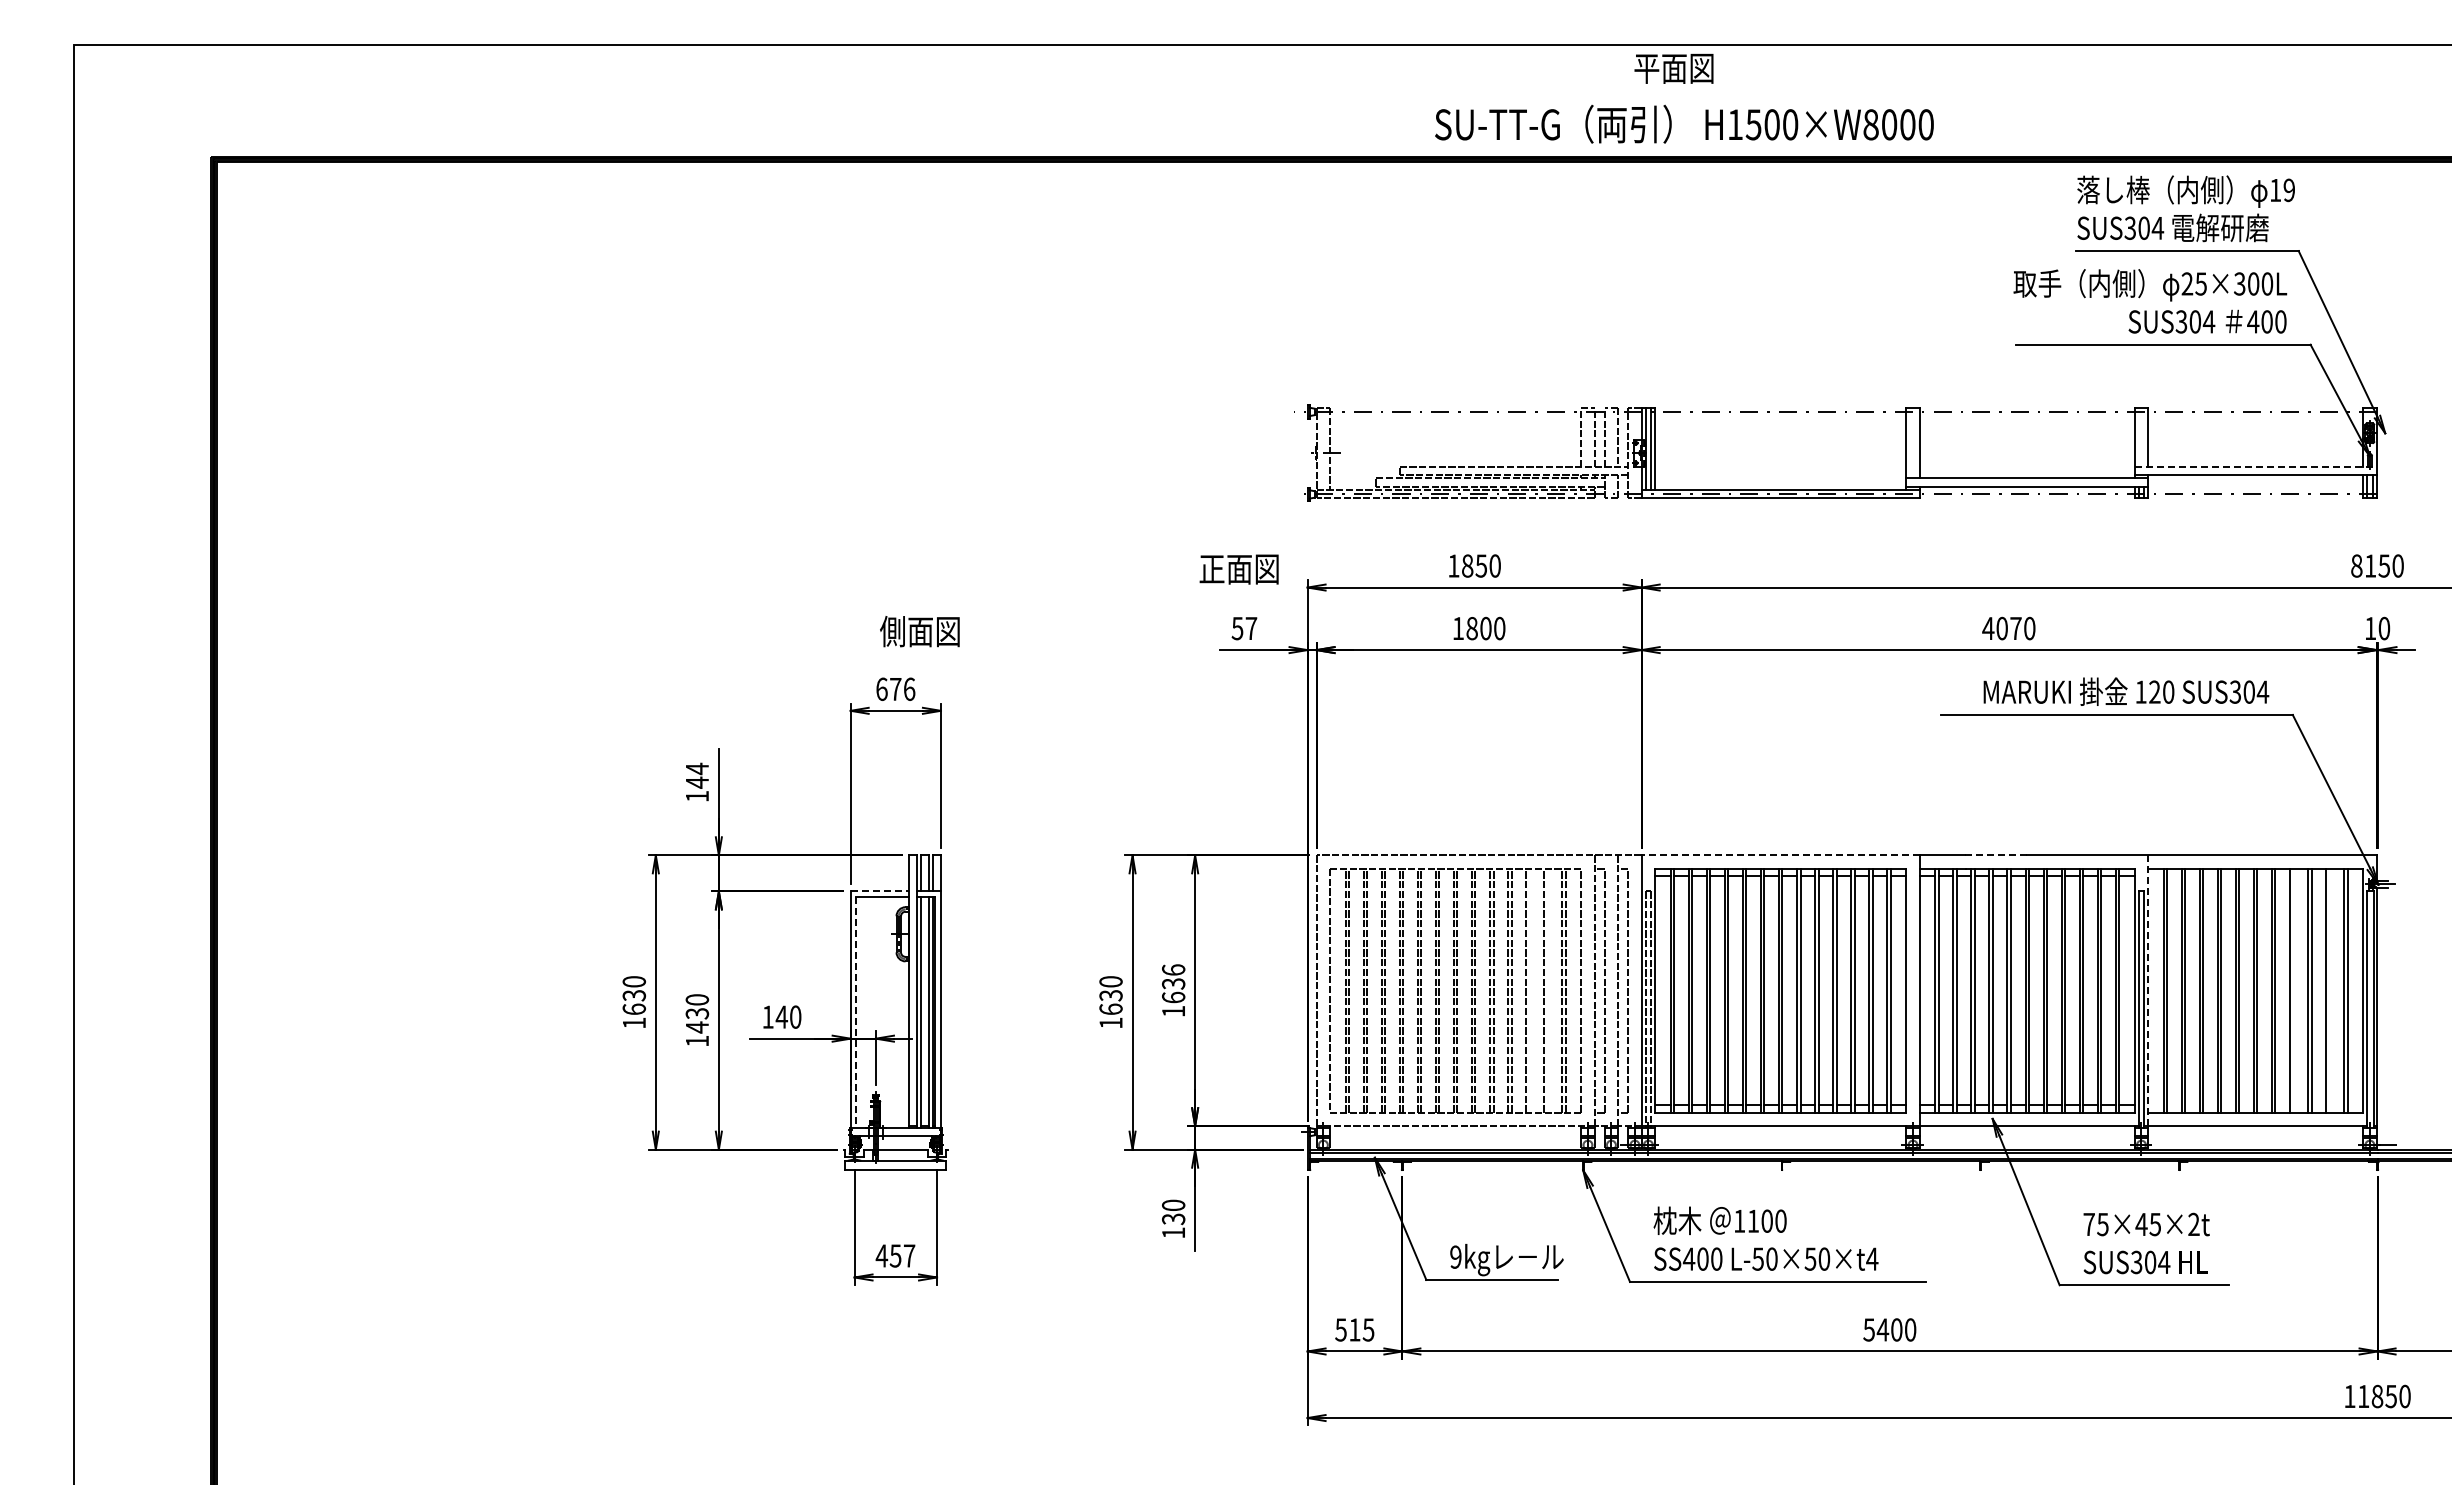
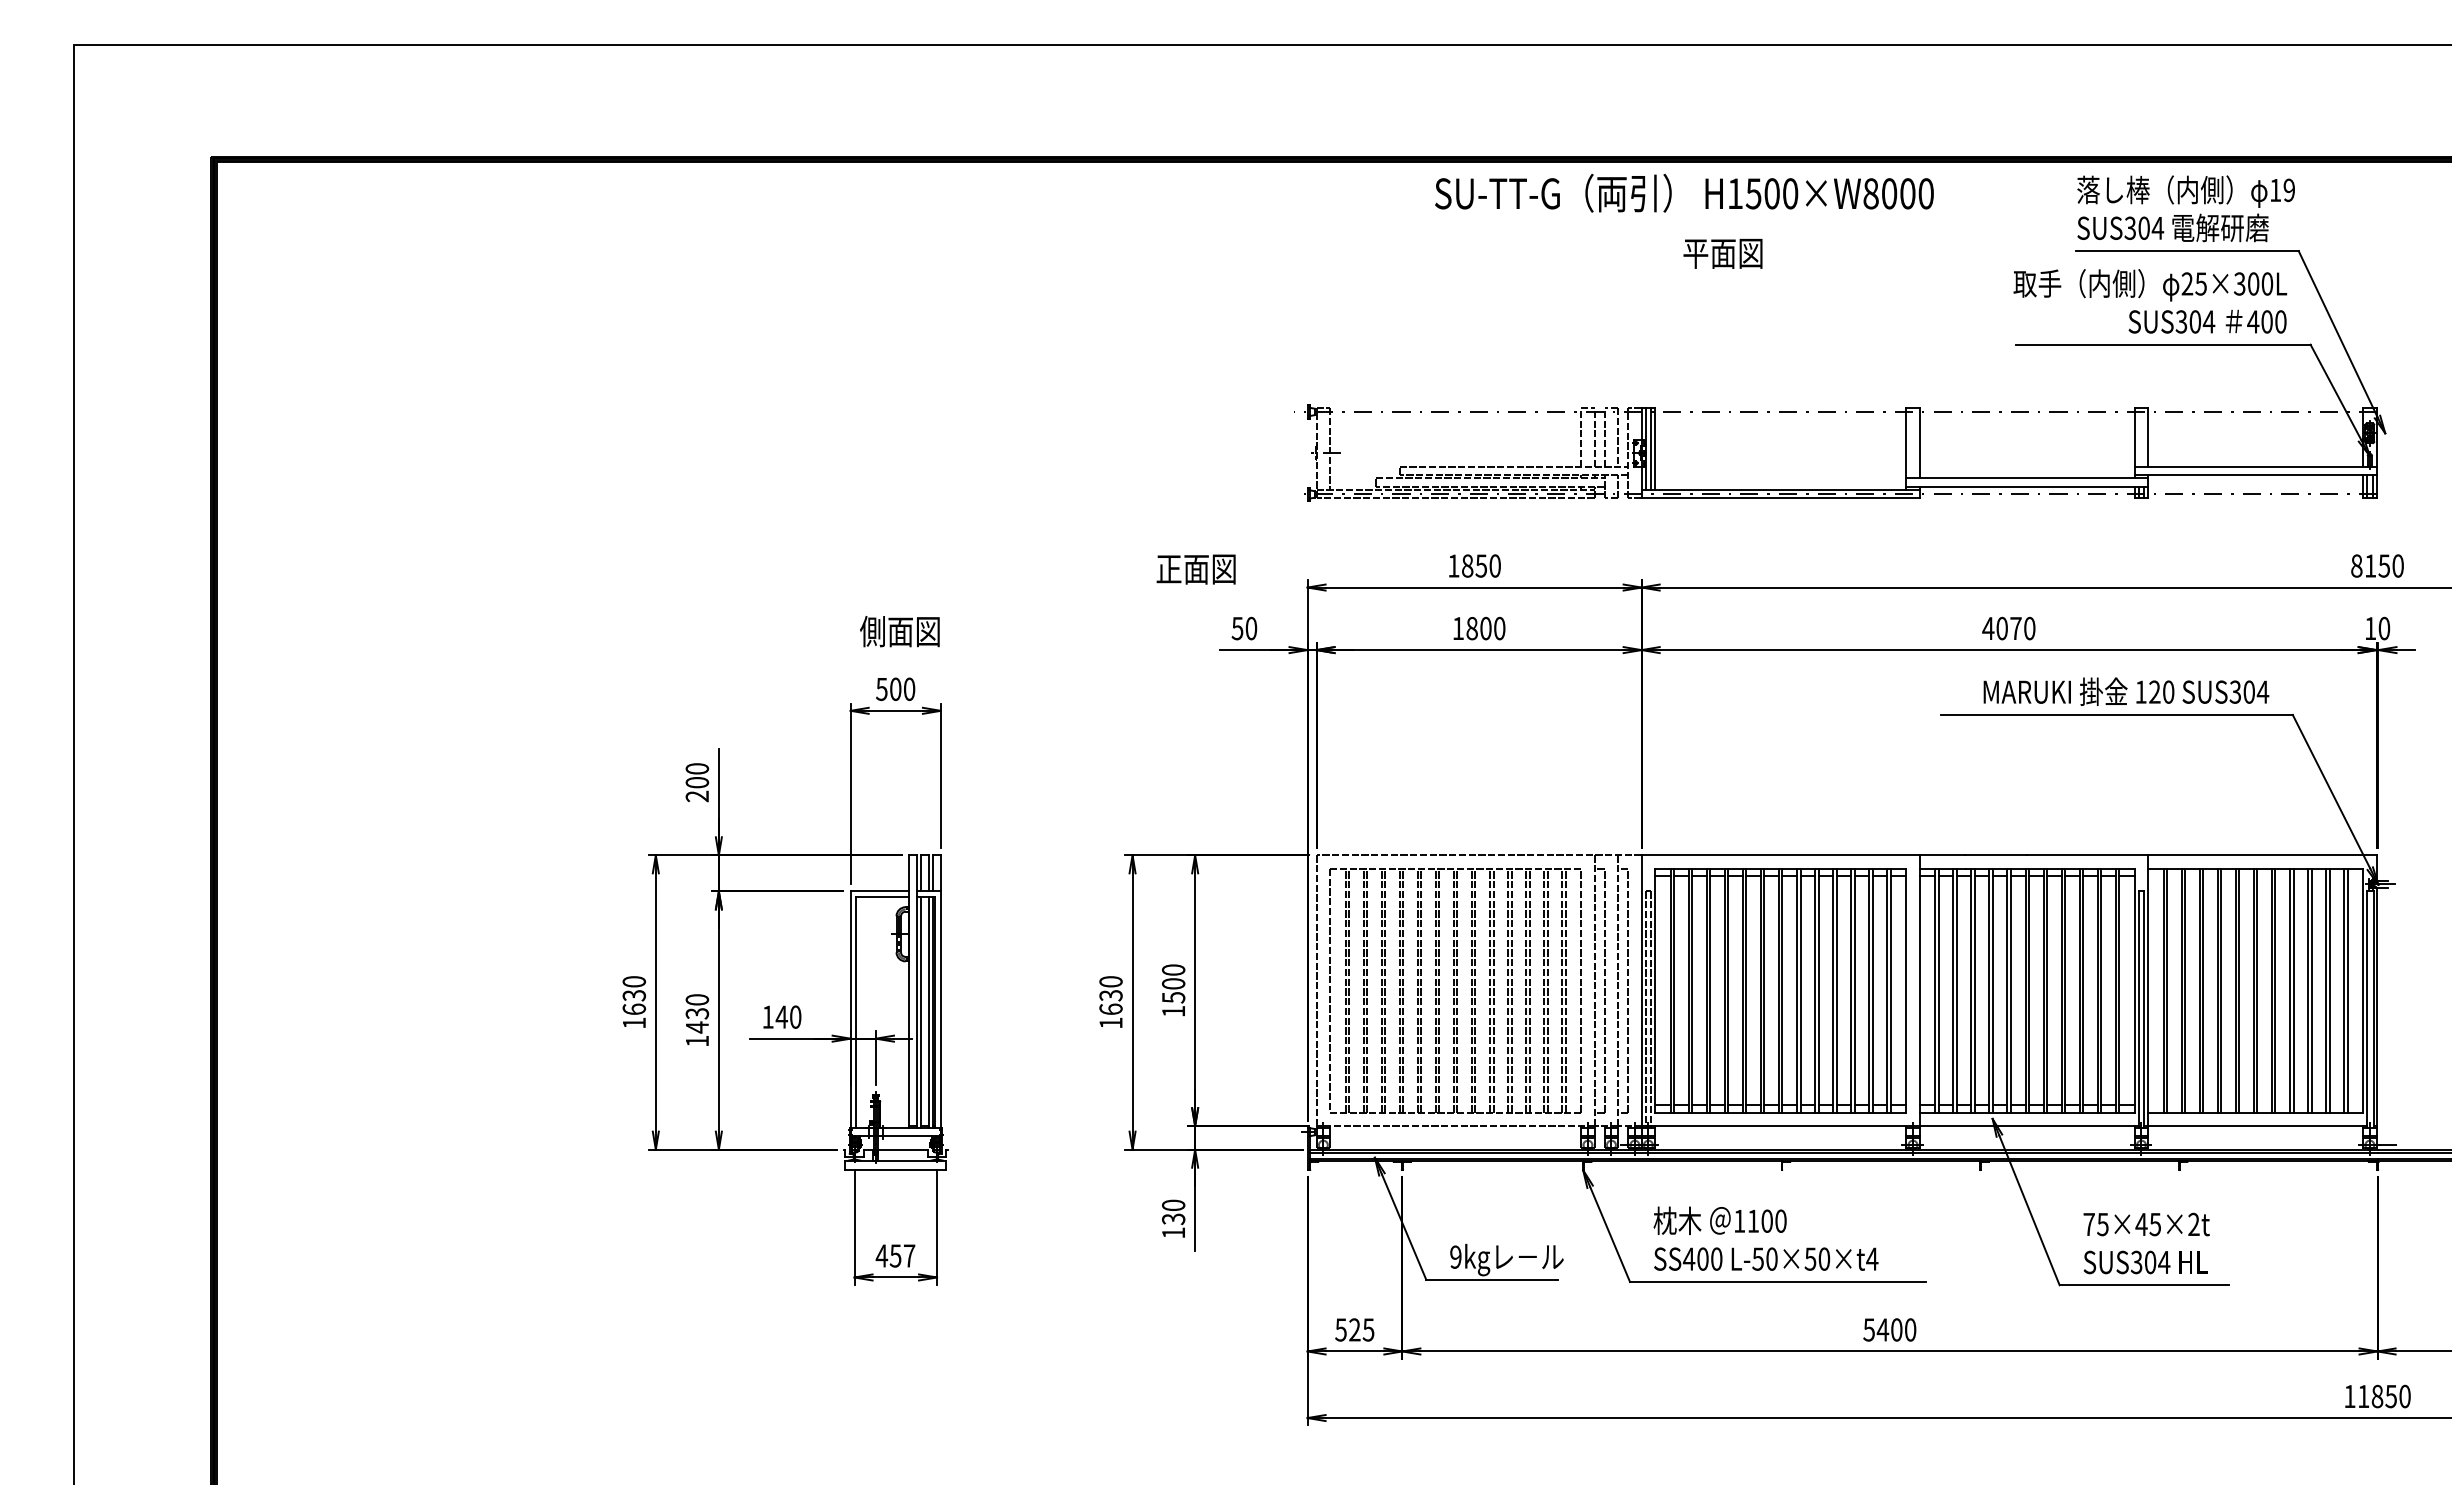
text at (1673, 68) position: (1673, 68) -> (1722, 253)
text at (1684, 123) position: (1684, 123) -> (1684, 192)
line at (2255, 466): dashed -> solid
text at (1238, 569) position: (1238, 569) -> (1195, 569)
text at (1251, 628): 57 -> 50
text at (919, 631) position: (919, 631) -> (899, 631)
text at (895, 689): 676 -> 500
text at (697, 782): 144 -> 200
line at (1780, 855): dashed -> solid
line at (1995, 855): dashed -> solid
line at (880, 891): dashed -> solid
text at (1173, 983): 1636 -> 1500
line at (1529, 990): none -> present
line at (1547, 990): none -> present
line at (2148, 990): dashed -> solid
line at (2293, 990): none -> present
line at (2329, 990): none -> present
line at (856, 1012): dashed -> solid
text at (1354, 1329): 515 -> 525
